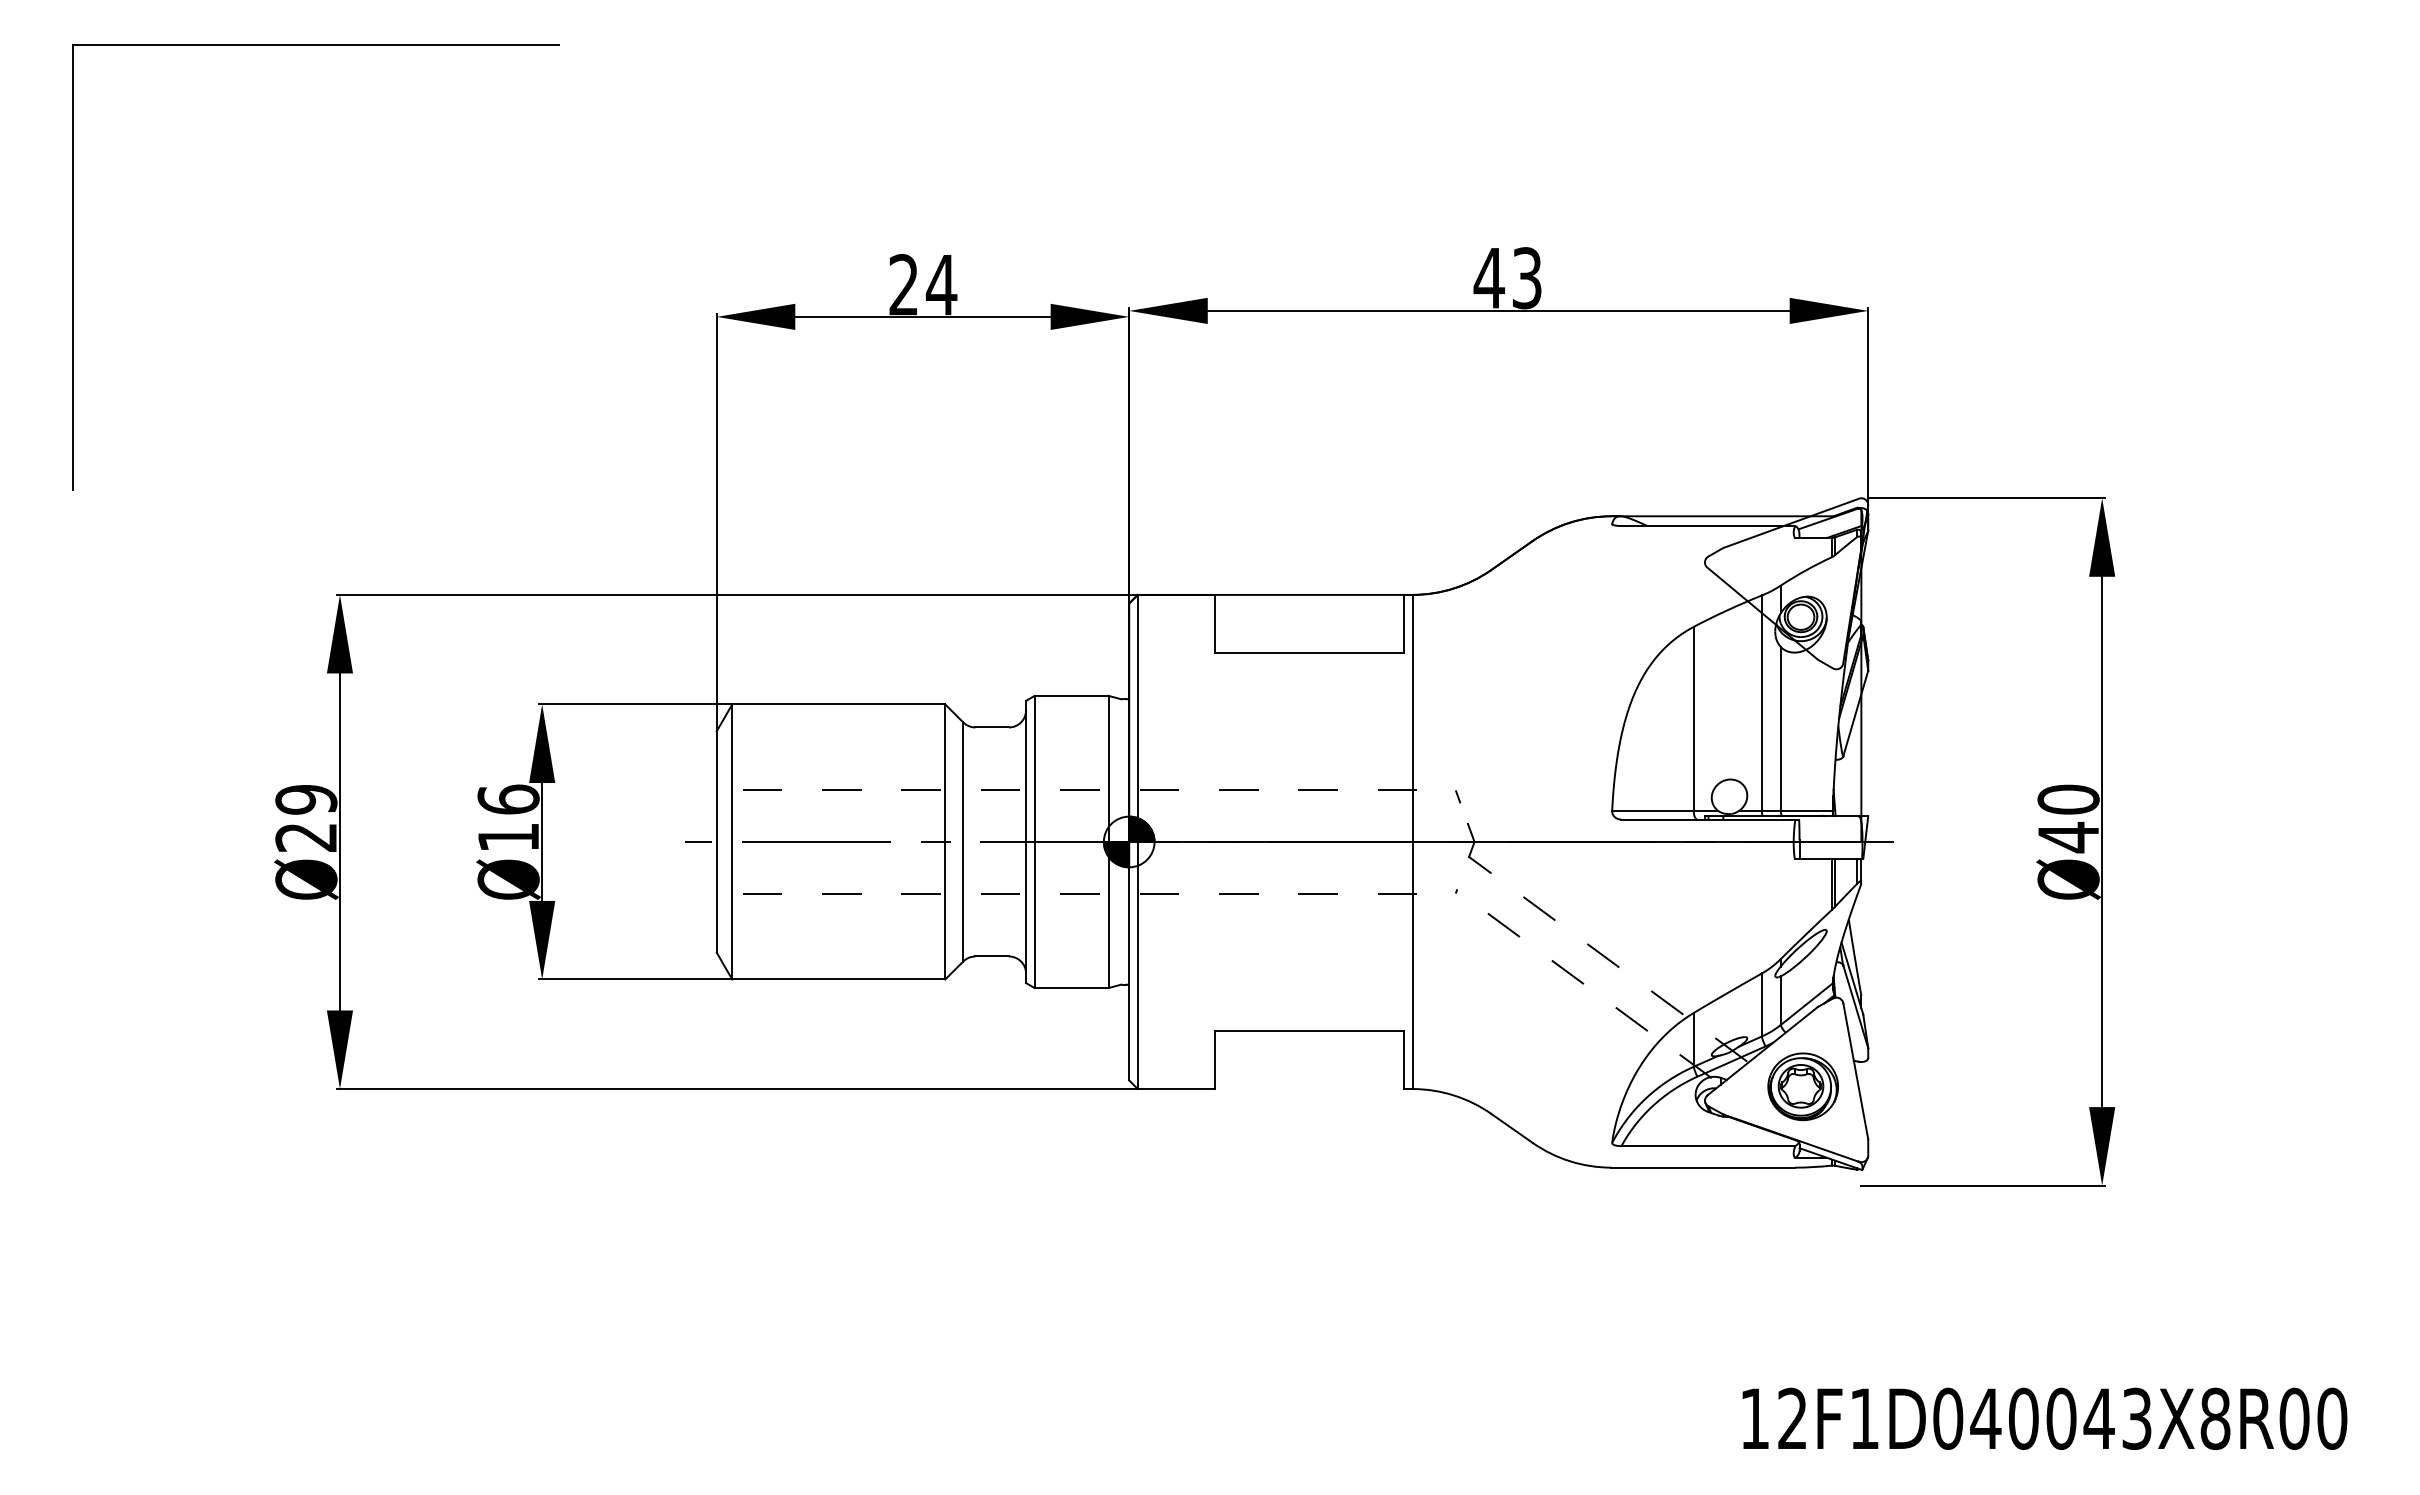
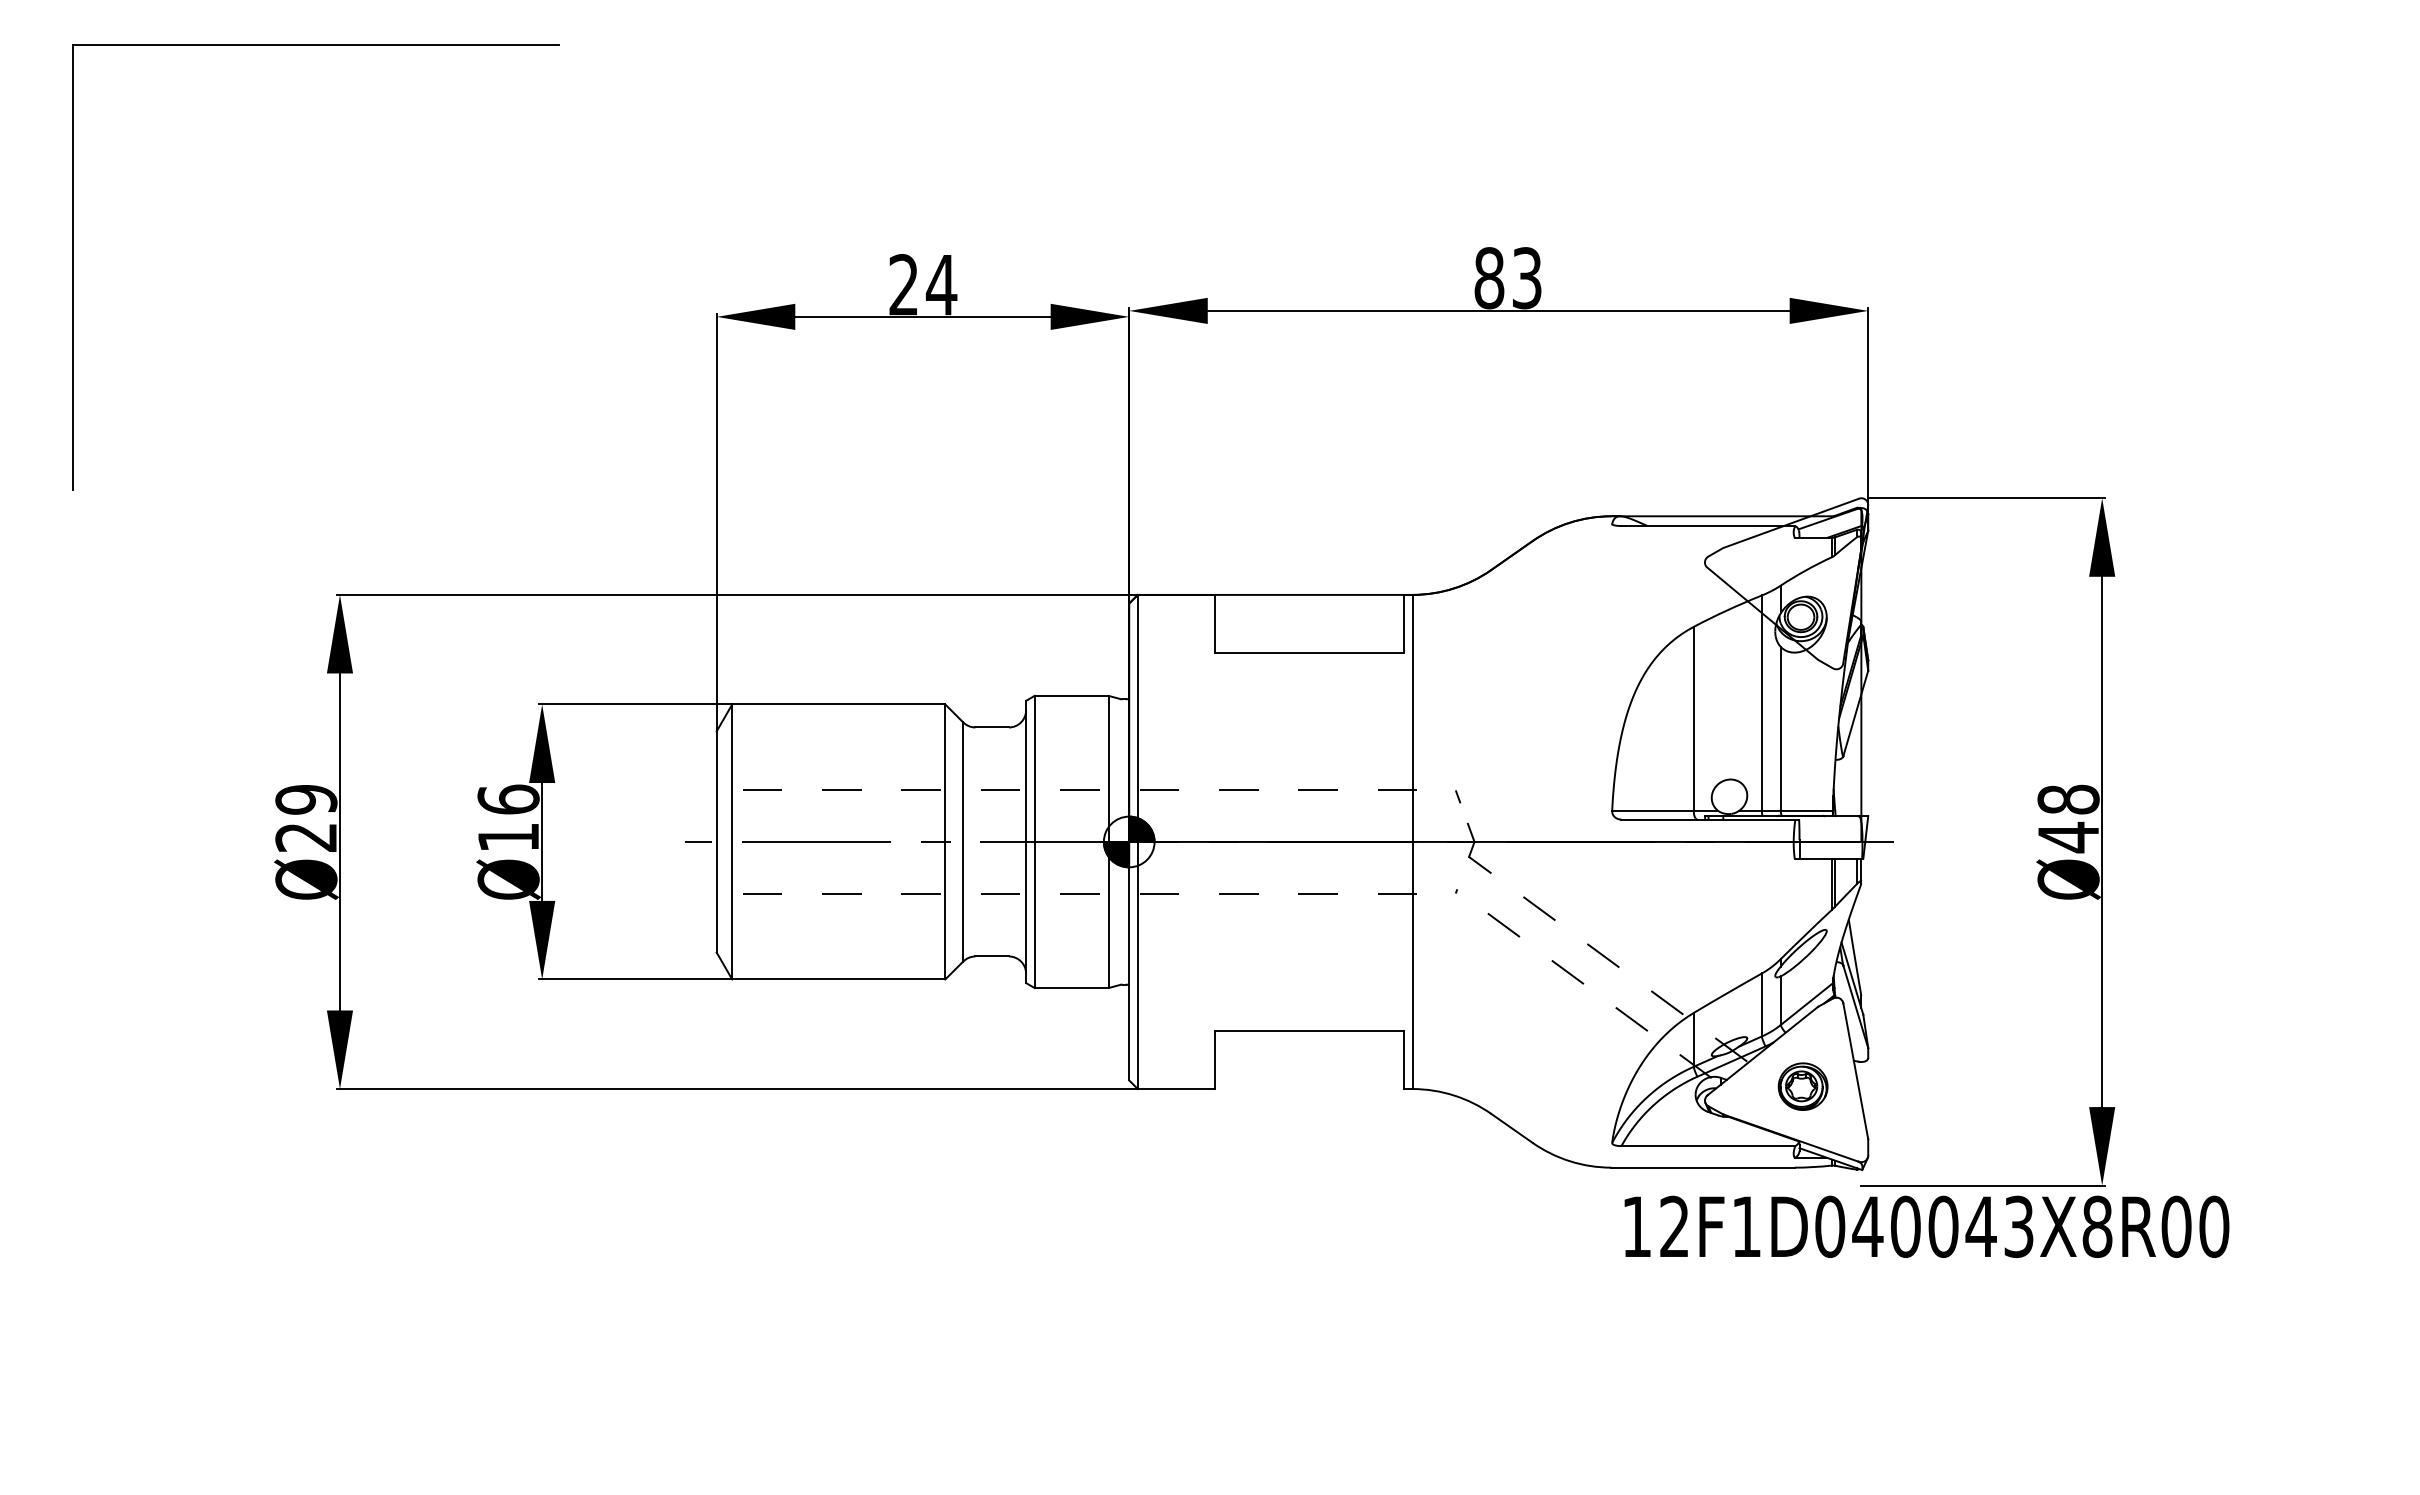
text at (1489, 278): 43 -> 83
text at (2068, 799): Ø40 -> Ø48
part at (1802, 1086) size: 72x69 px -> 52x49 px
text at (2044, 1418) position: (2044, 1418) -> (1926, 1226)
